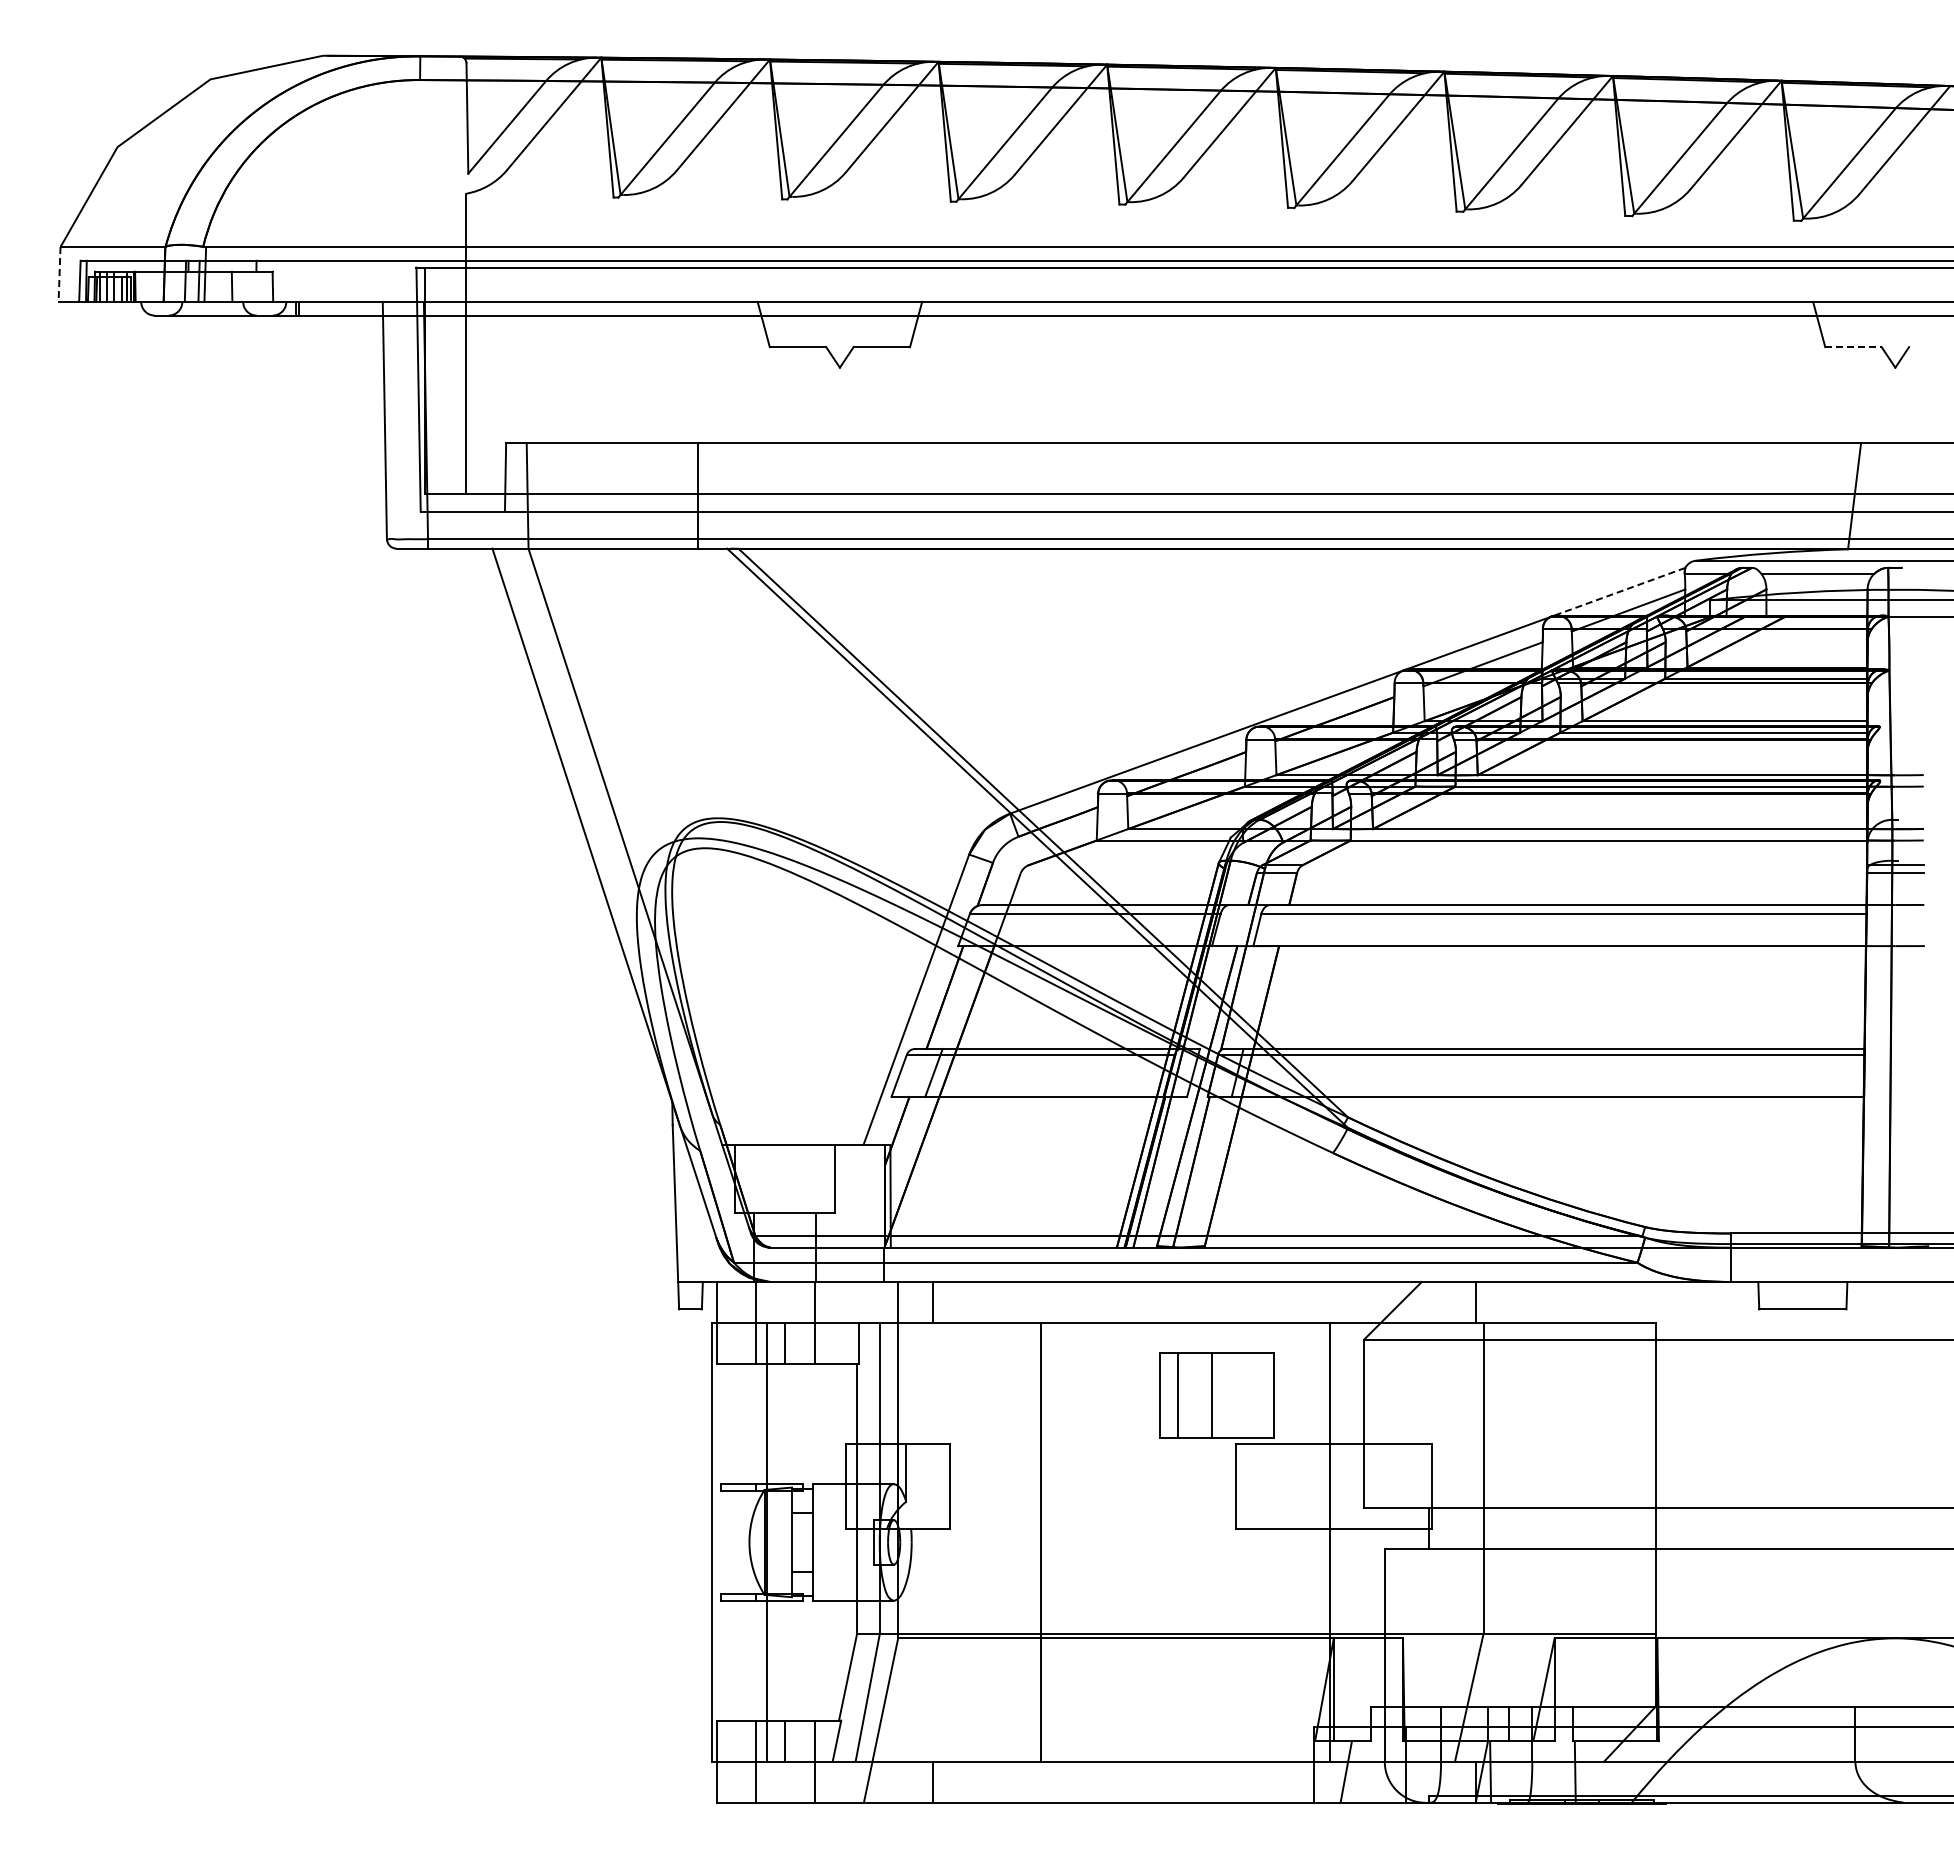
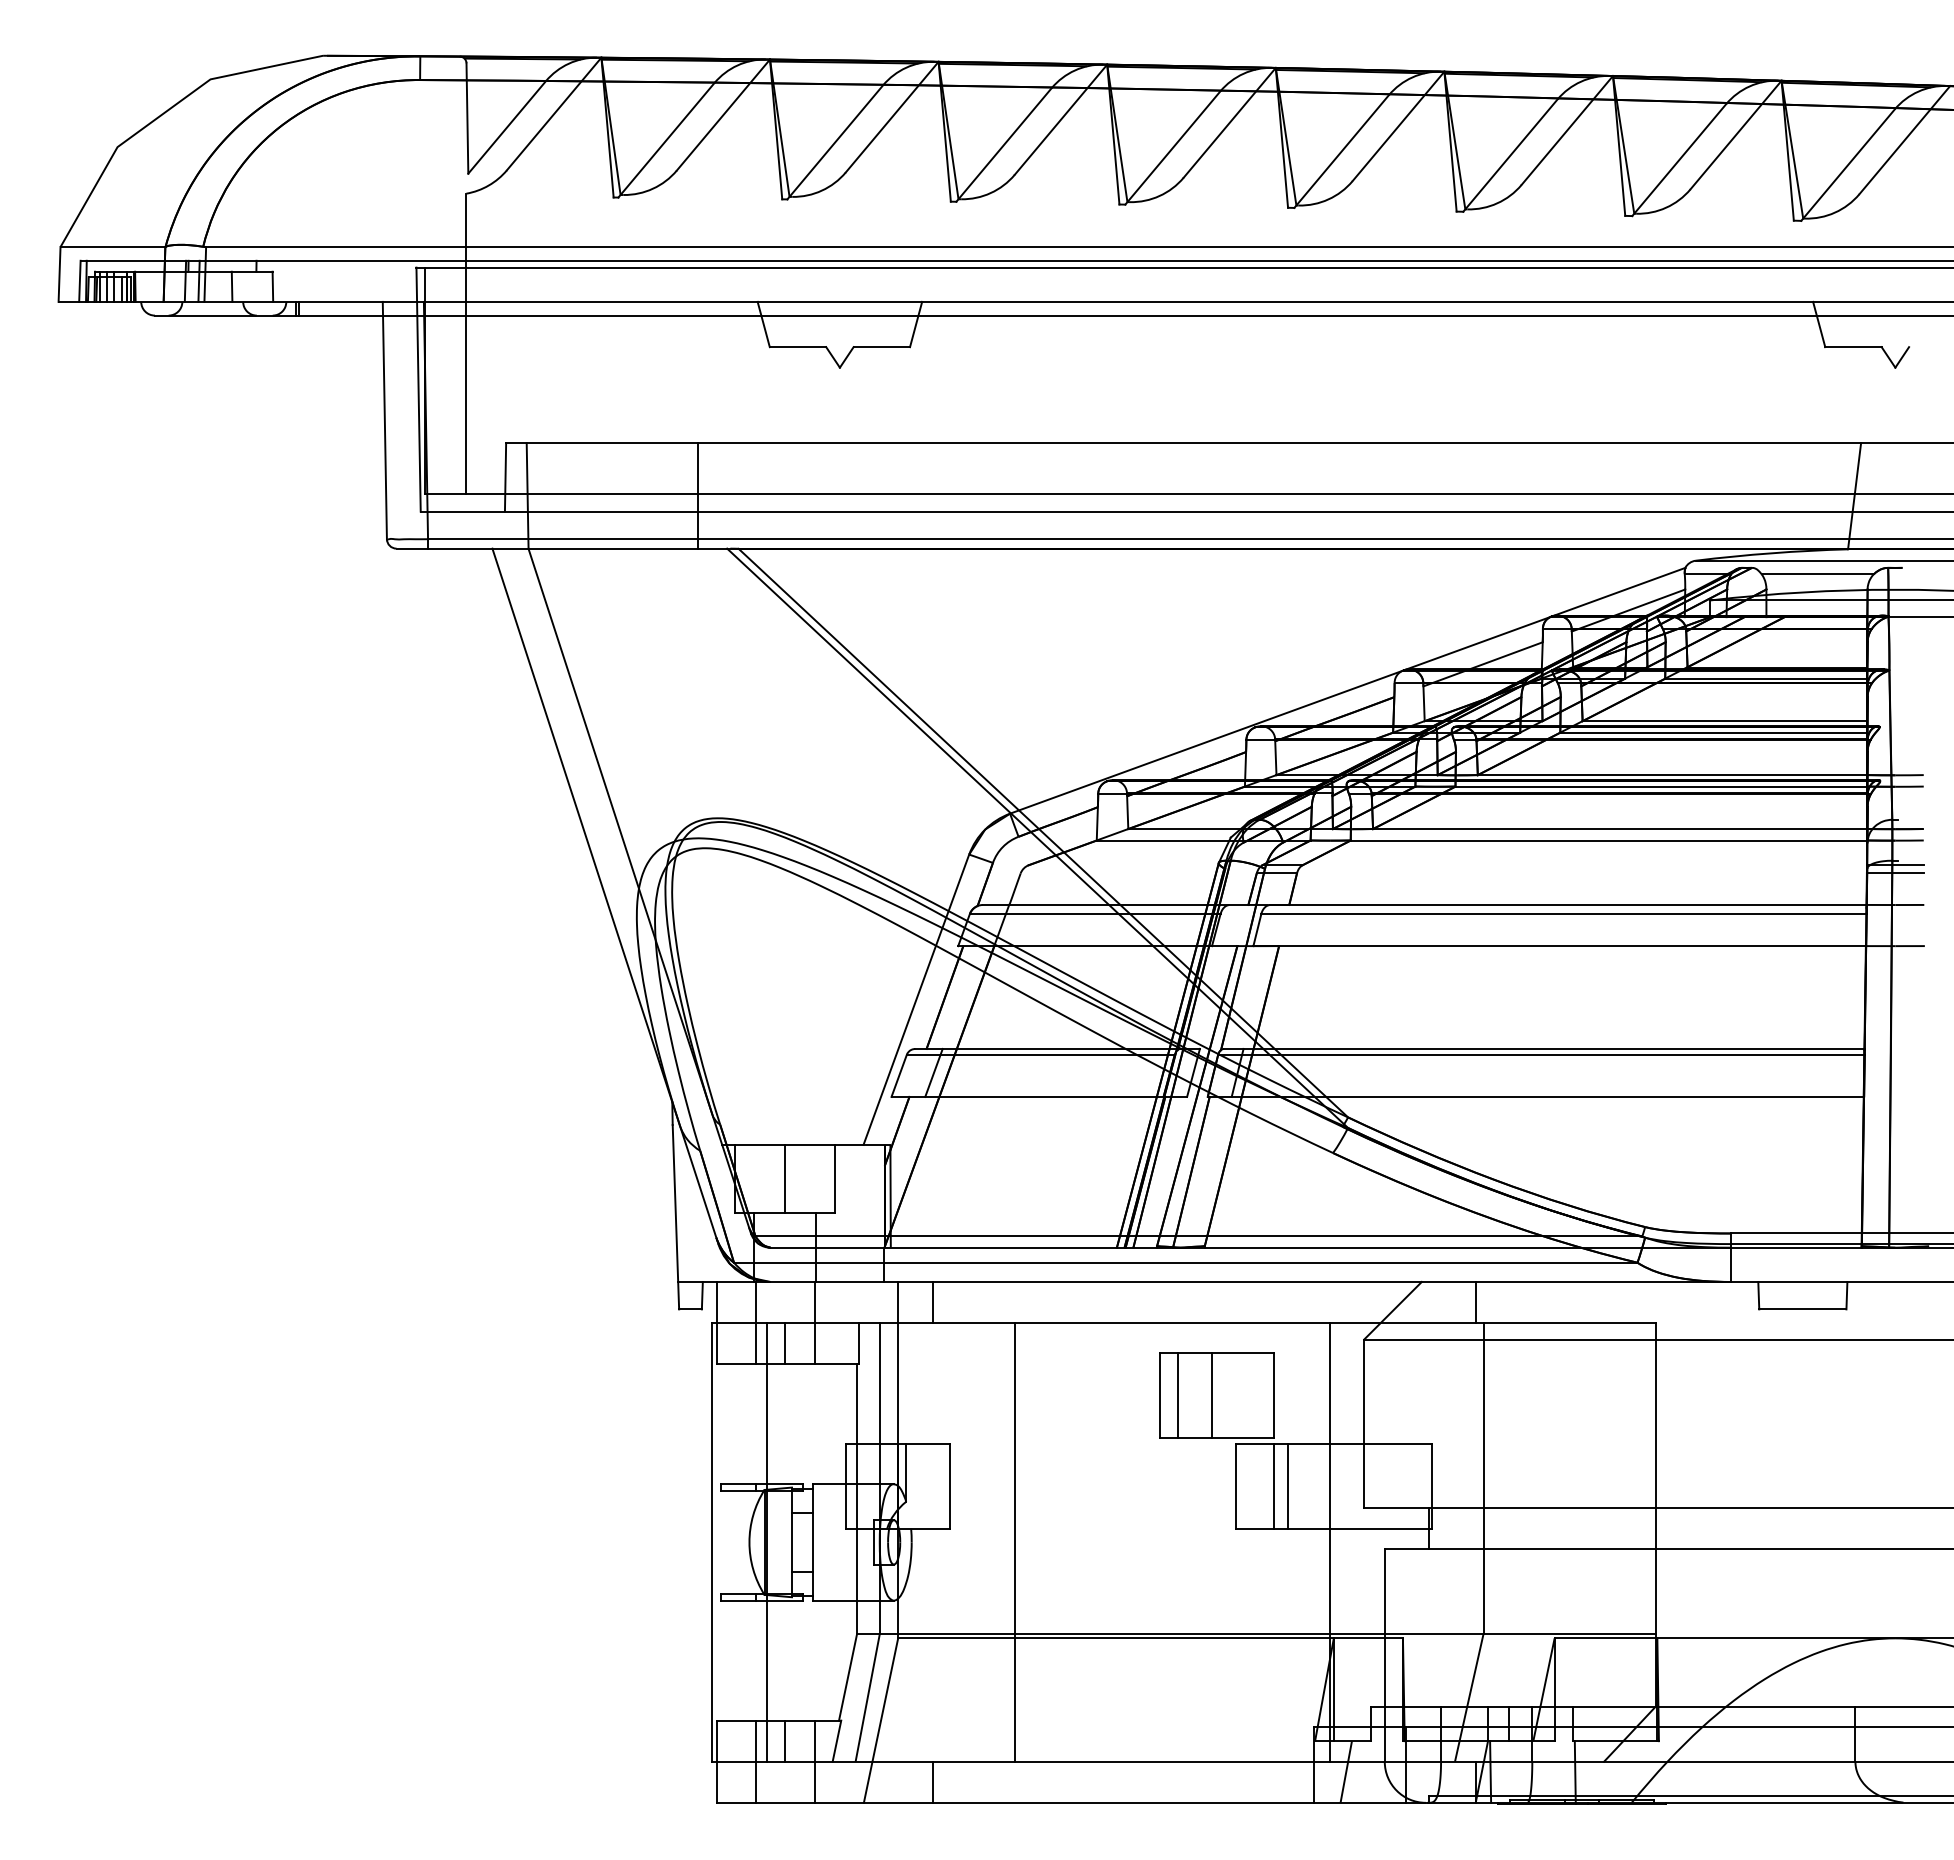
line at (59, 274): dashed -> solid
line at (1853, 347): dashed -> solid
line at (1618, 592): dashed -> solid
line at (785, 1178): none -> present
line at (1274, 1485): none -> present
line at (1287, 1485): none -> present
line at (1040, 1542) position: (1040, 1542) -> (1014, 1542)
